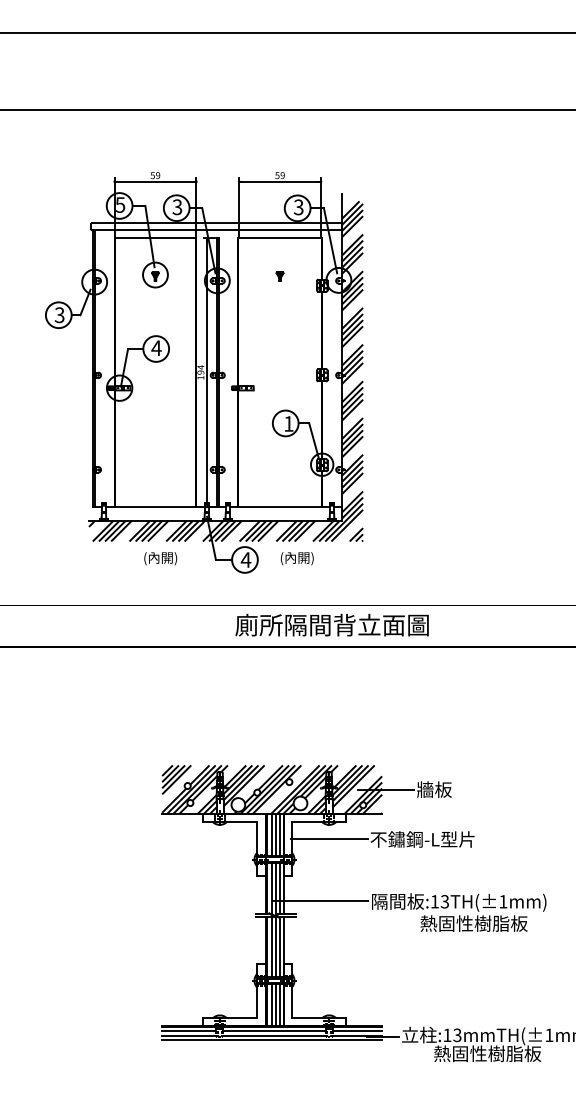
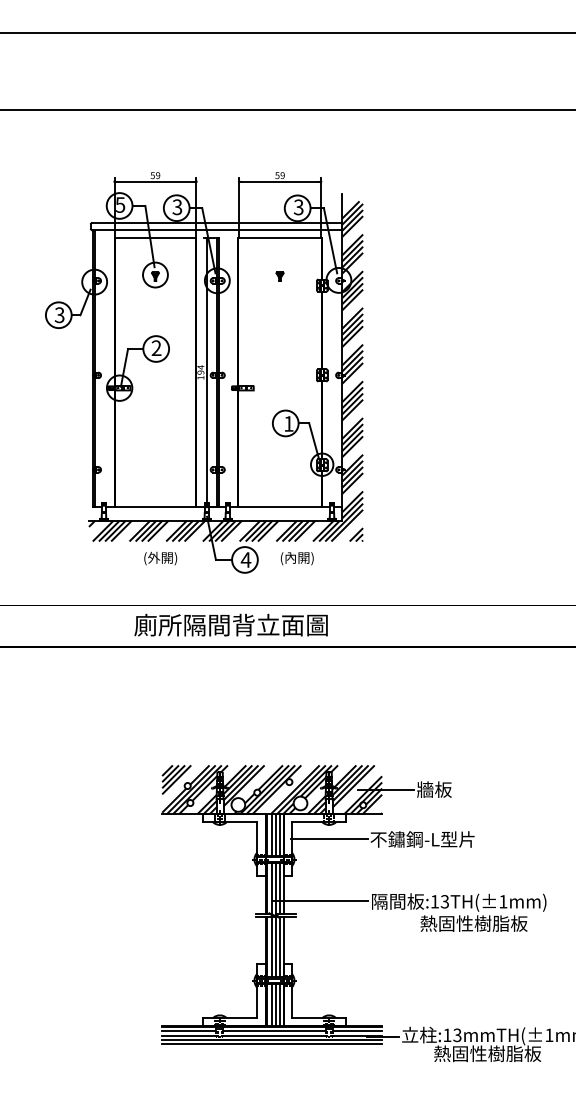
text at (156, 347): 4 -> 2
text at (154, 557): (內開) -> (外開)
text at (331, 624) position: (331, 624) -> (230, 624)
line at (272, 1044): none -> present
